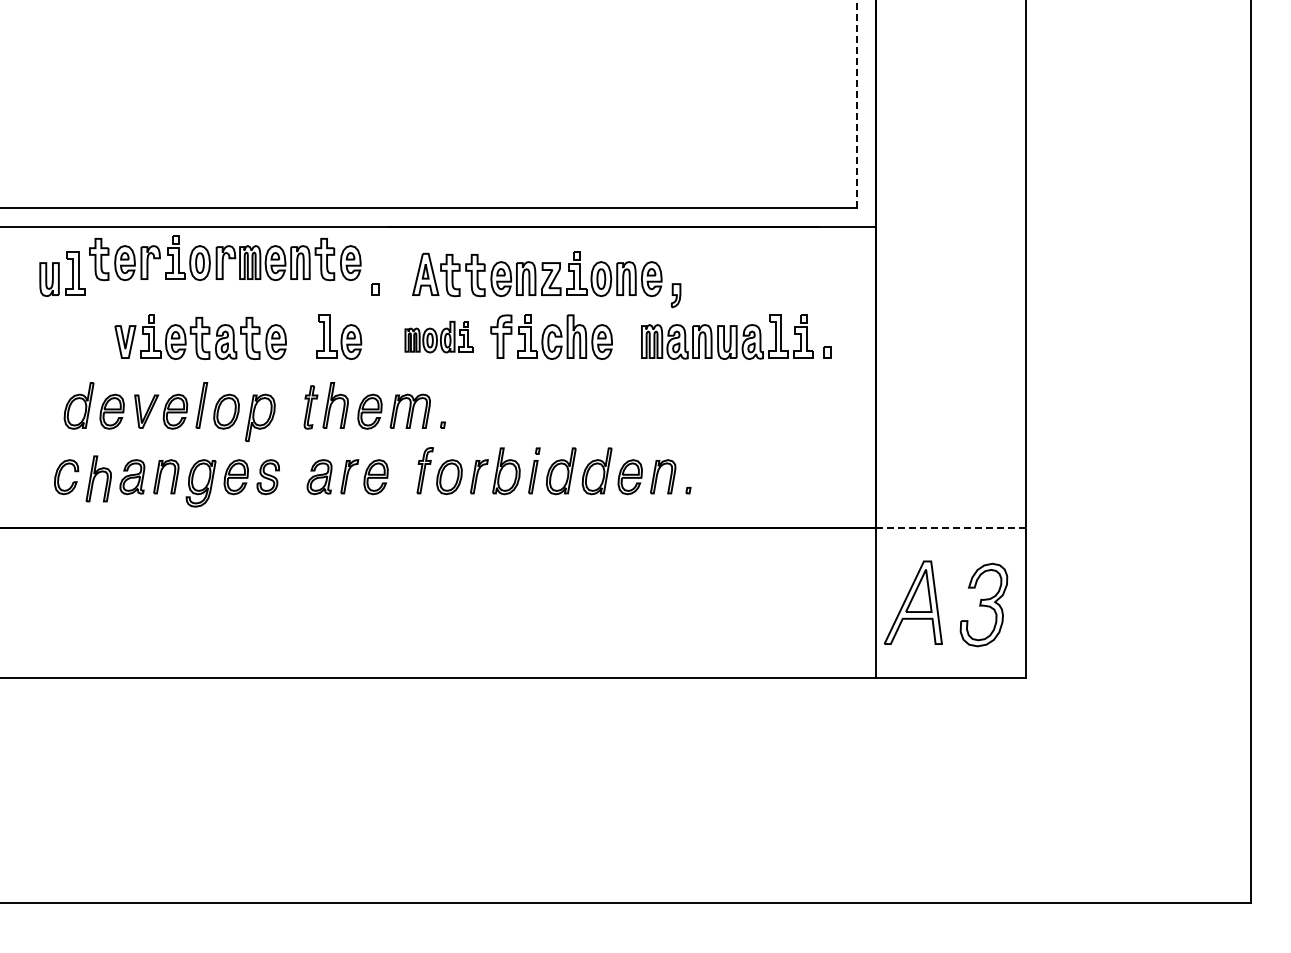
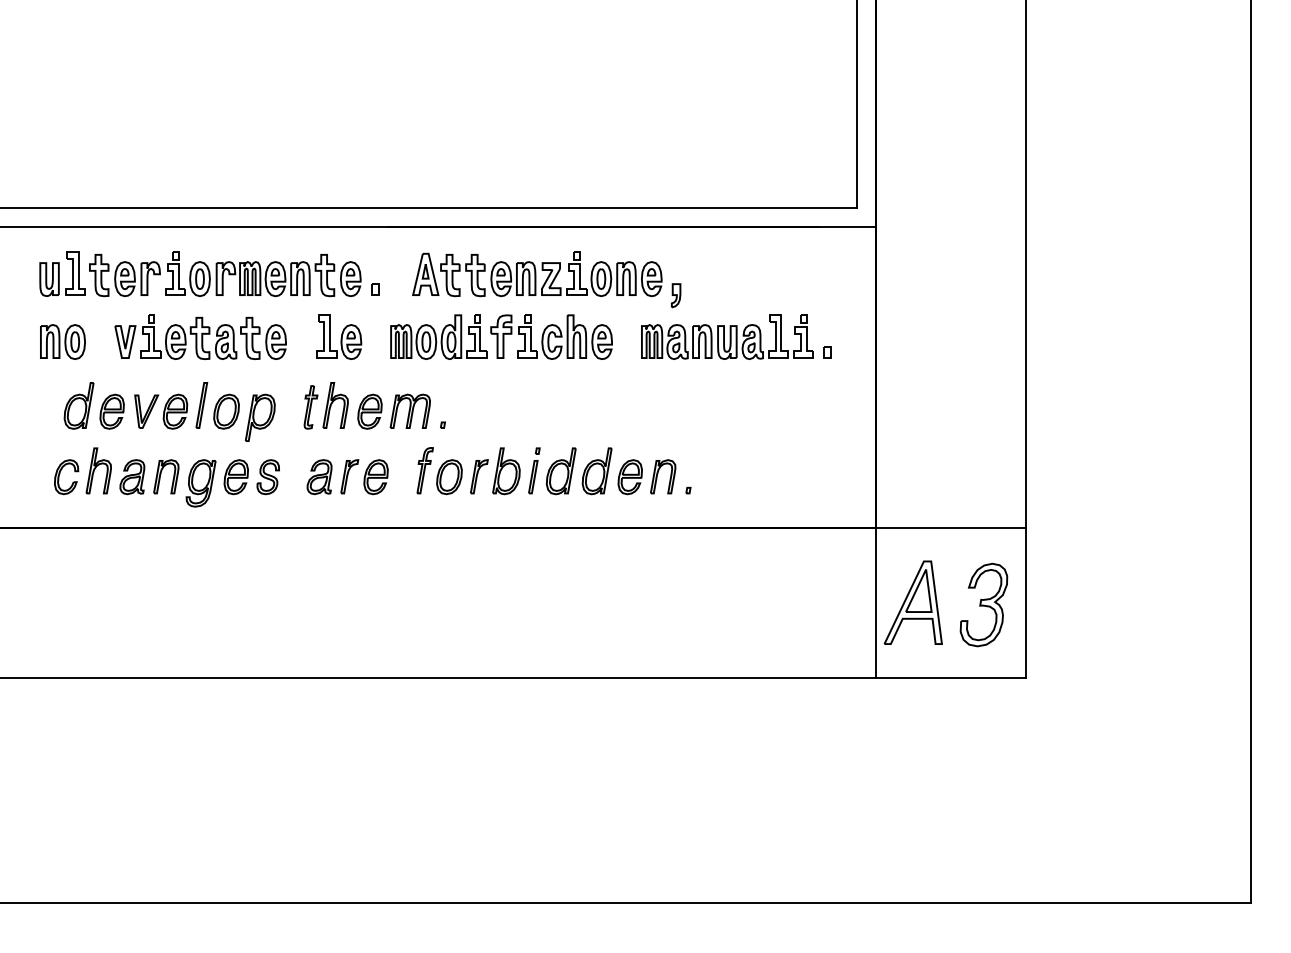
line at (856, 104): dashed -> solid
part at (225, 258) position: (225, 258) -> (225, 274)
part at (438, 336) size: 70x34 px -> 98x46 px
part at (62, 341): none -> present
part at (98, 478) position: (98, 478) -> (98, 470)
line at (951, 527): dashed -> solid
